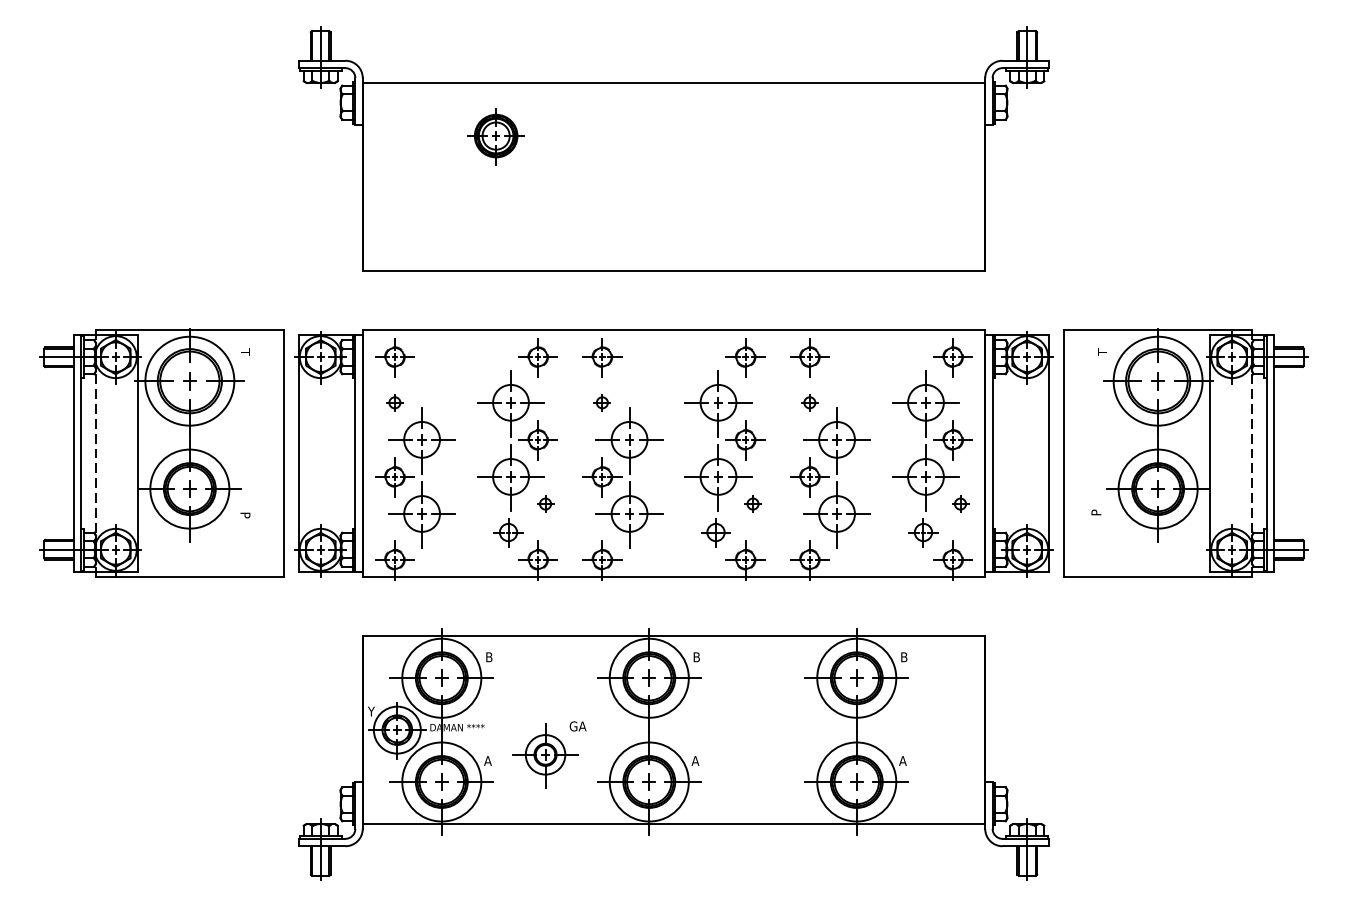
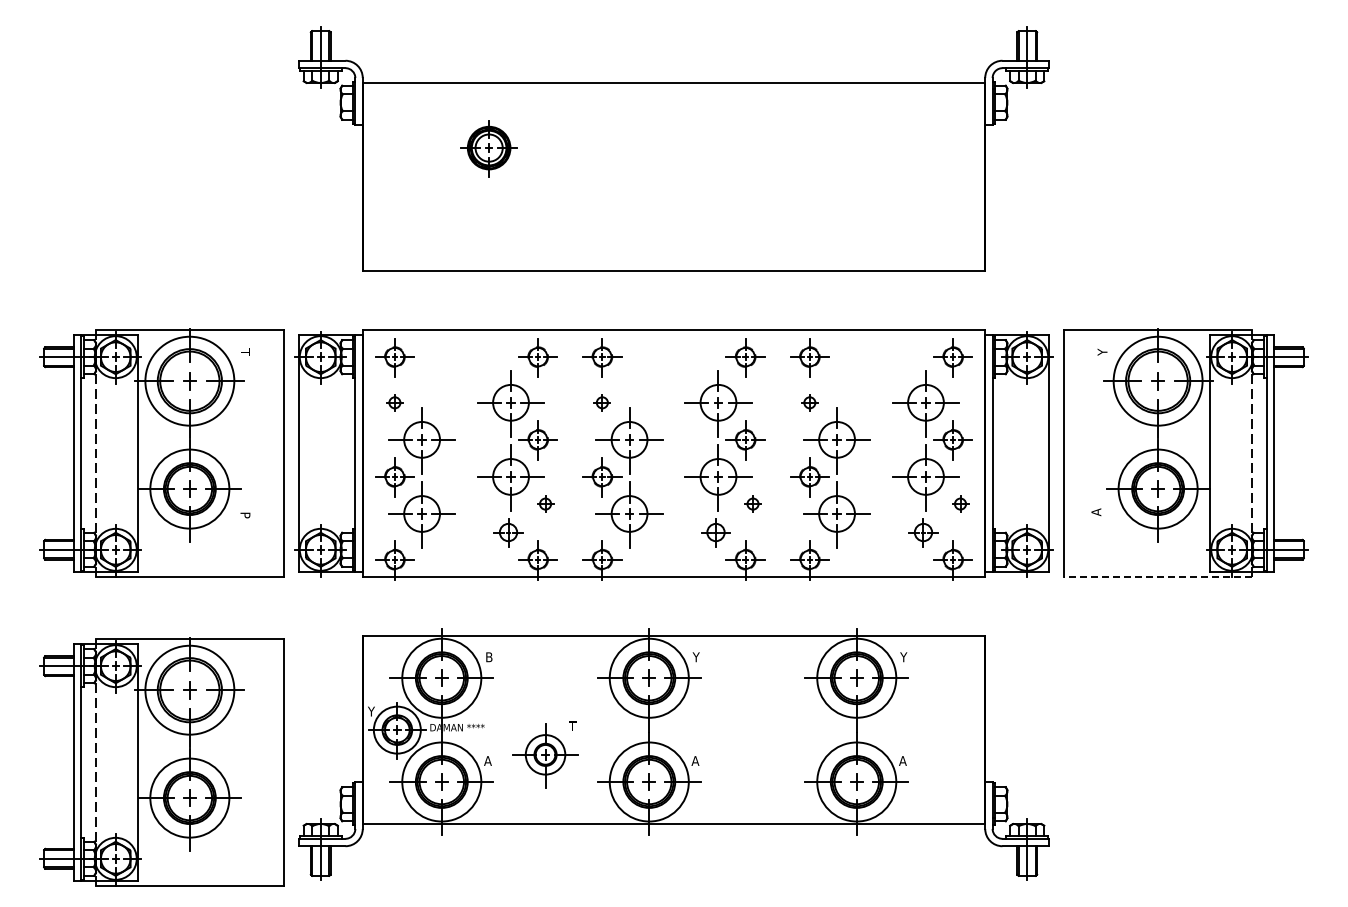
part at (495, 136) position: (495, 136) -> (488, 148)
text at (1102, 351): T -> Y
text at (1096, 512): P -> A
line at (1158, 577): solid -> dashed
text at (695, 657): B -> Y
text at (903, 657): B -> Y
text at (577, 726): GA -> T
part at (161, 761): none -> present
